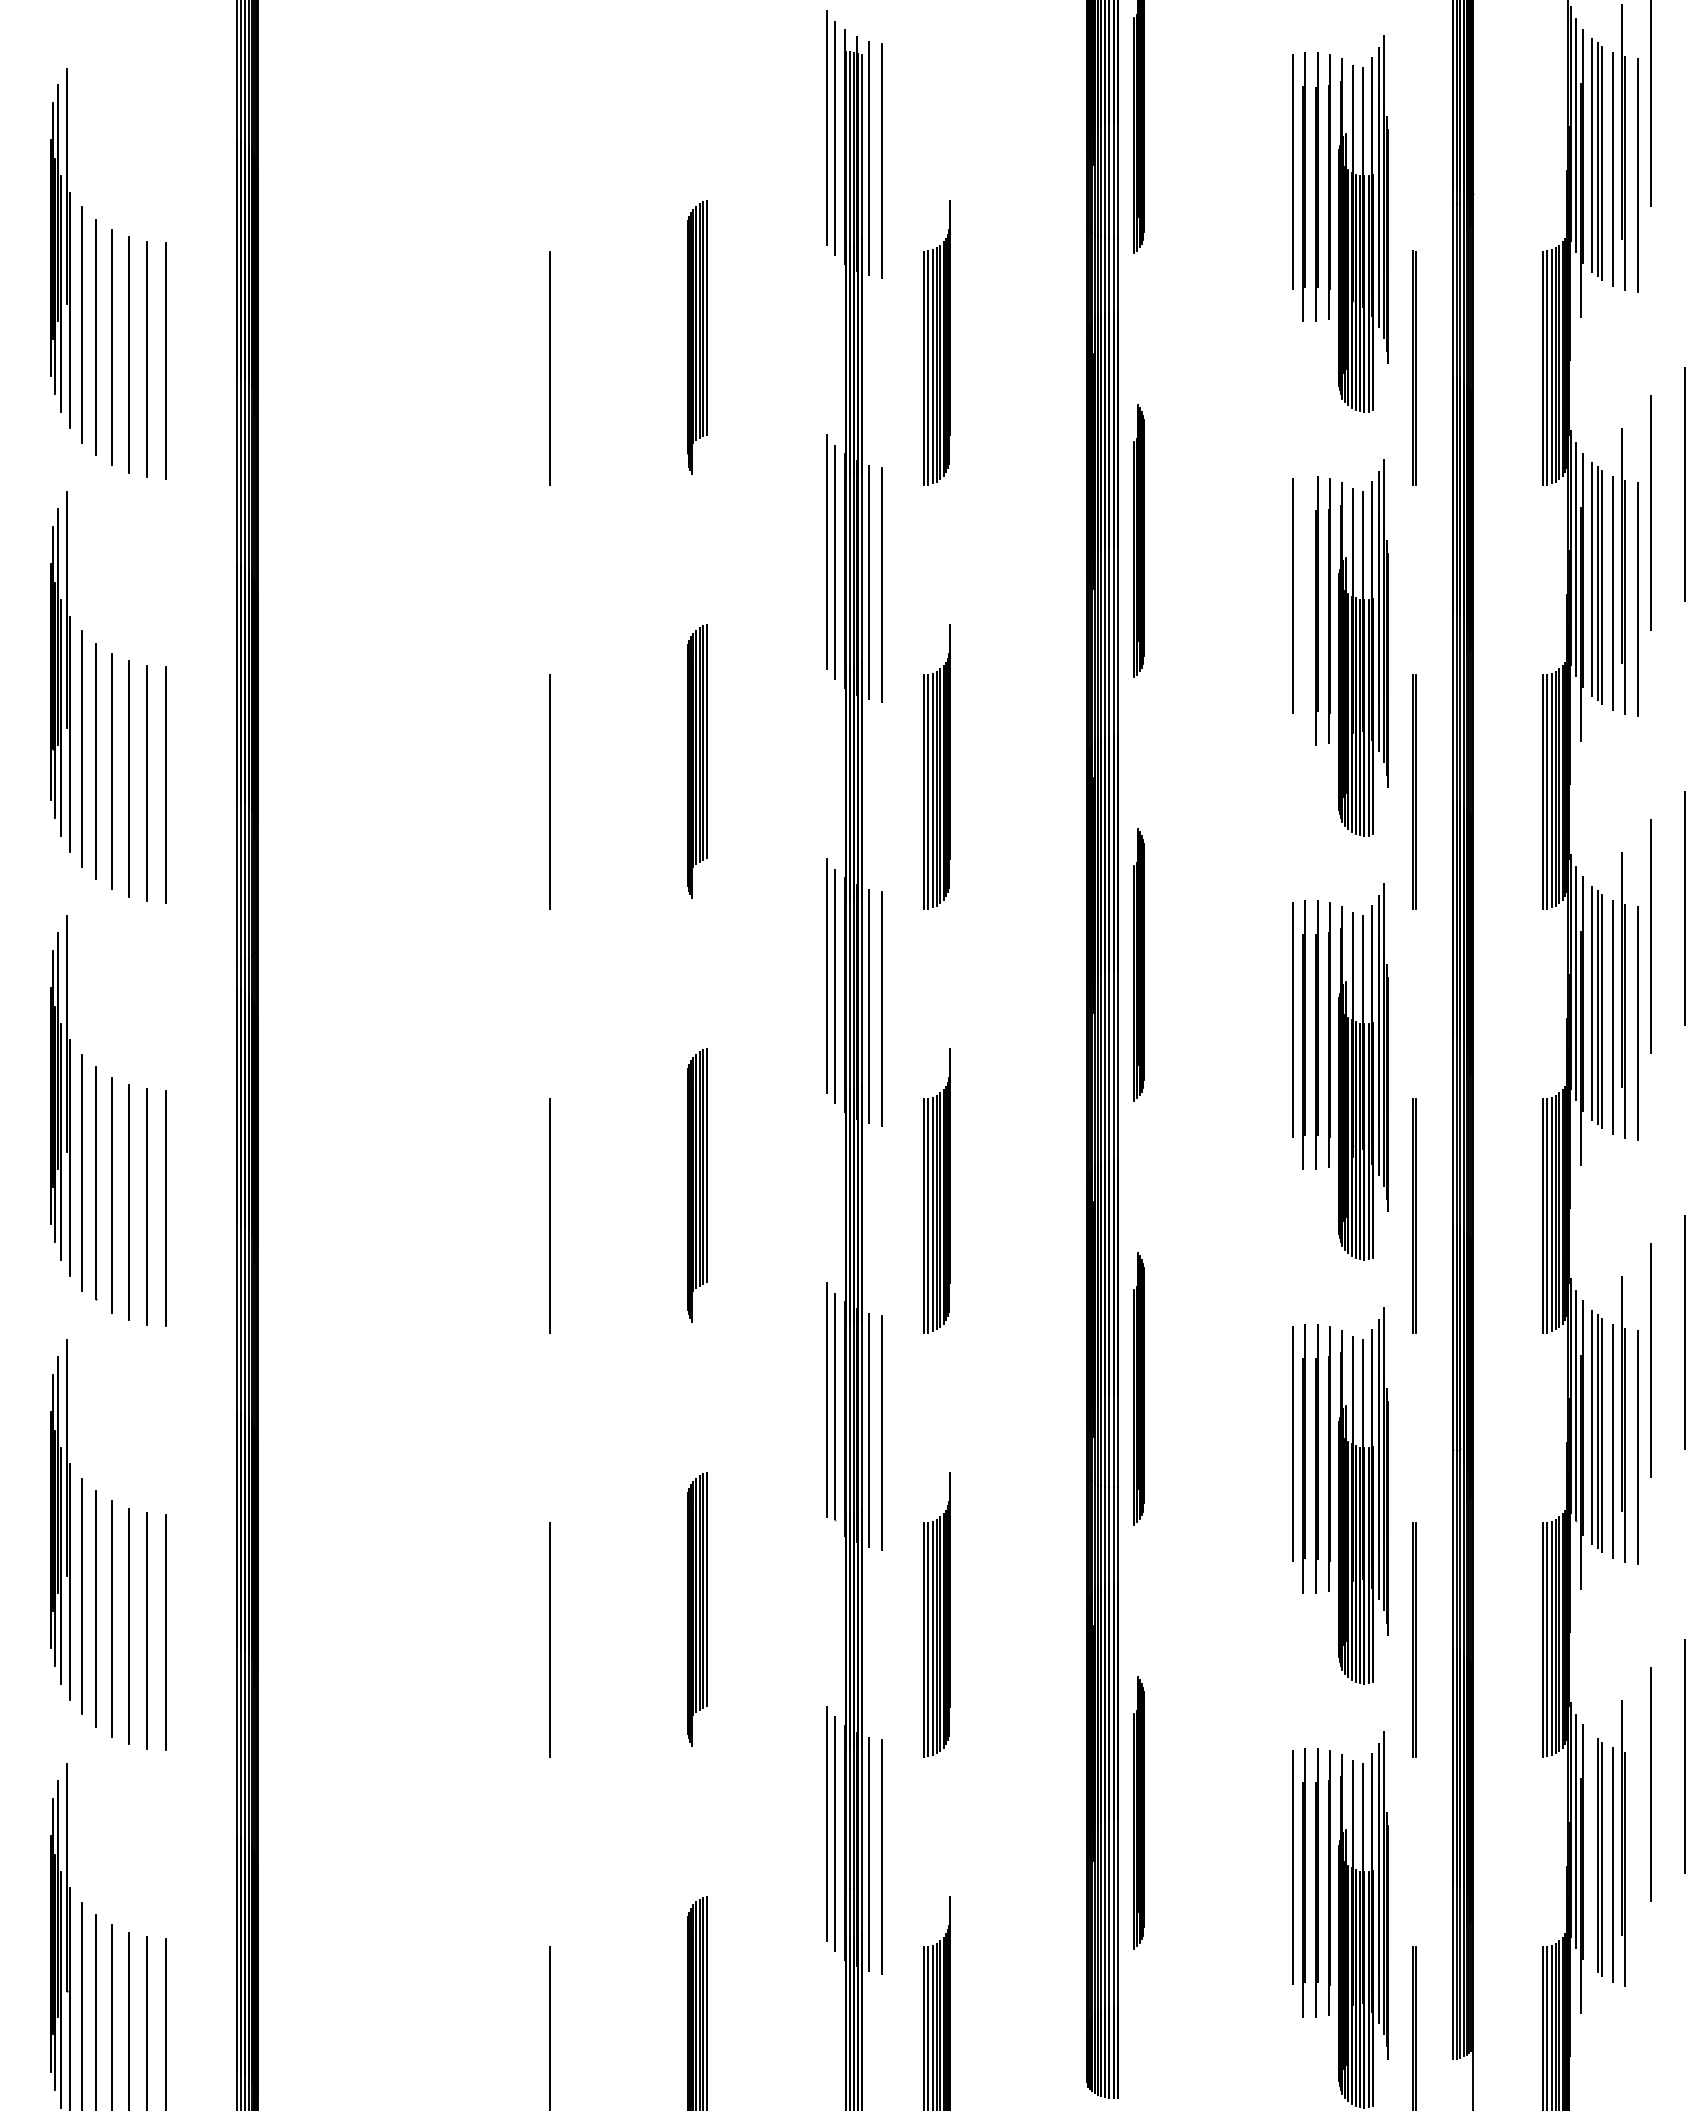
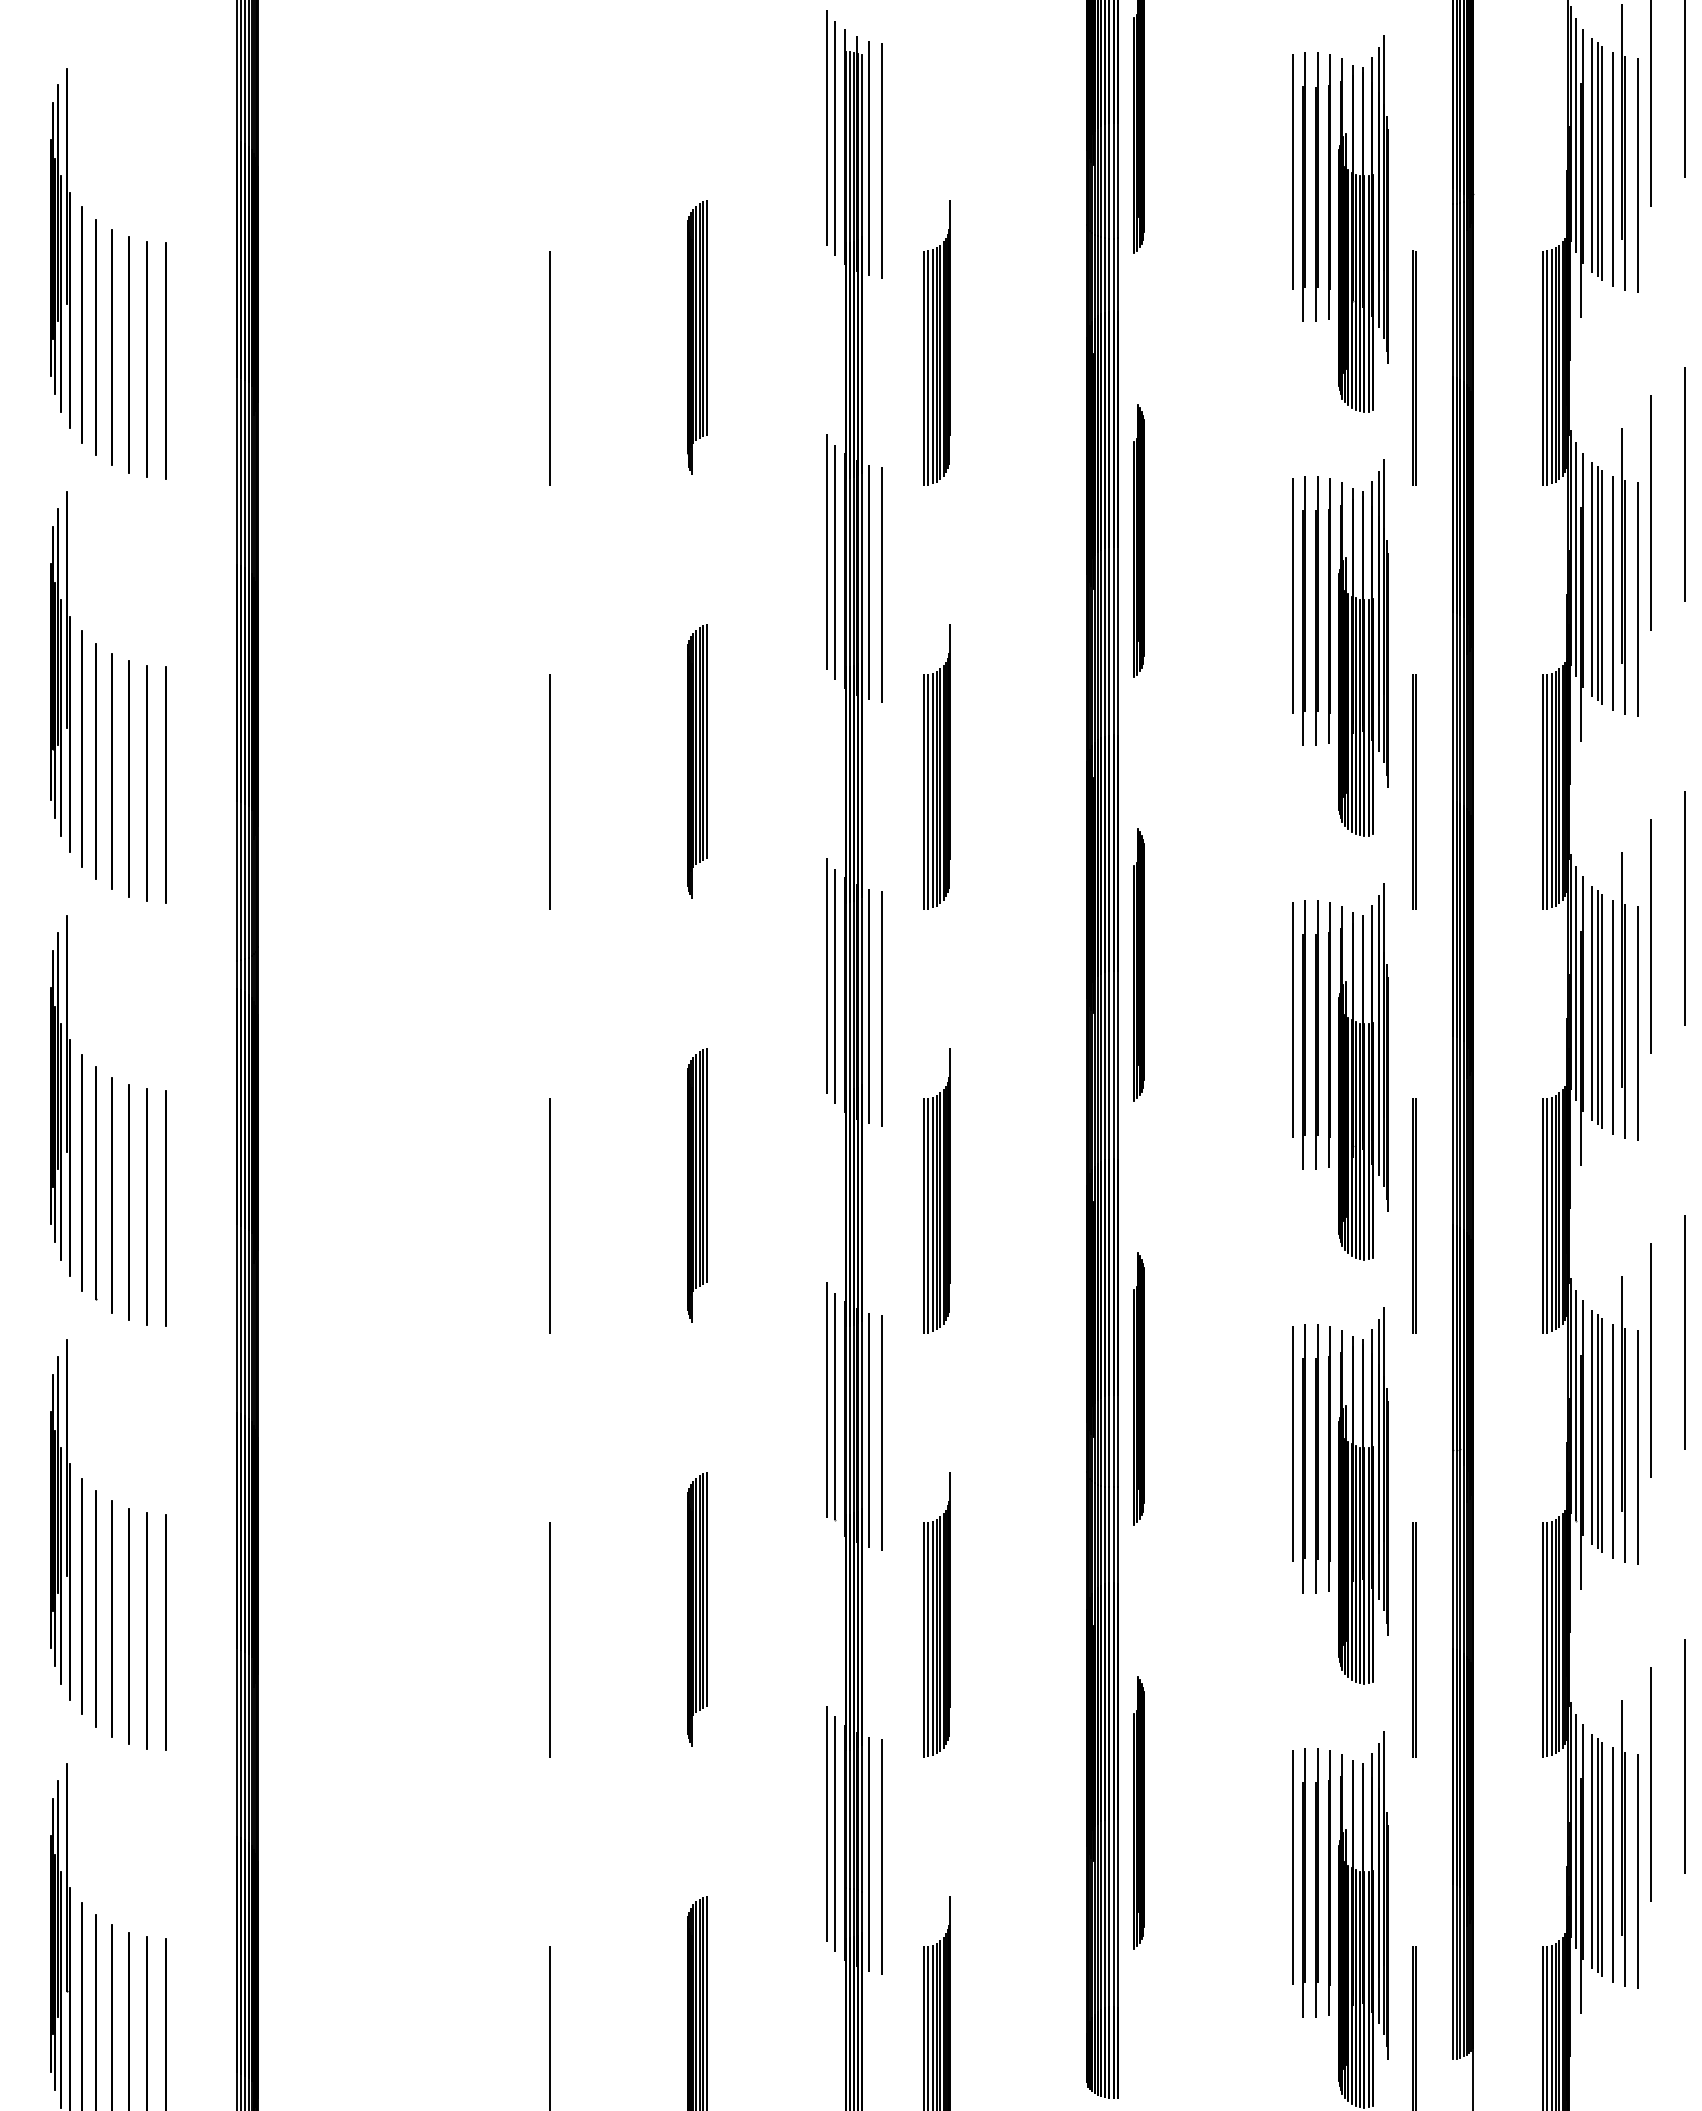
line at (1685, 90): none -> present
line at (1303, 610): none -> present
line at (1591, 1851): none -> present
line at (1637, 1871): none -> present
